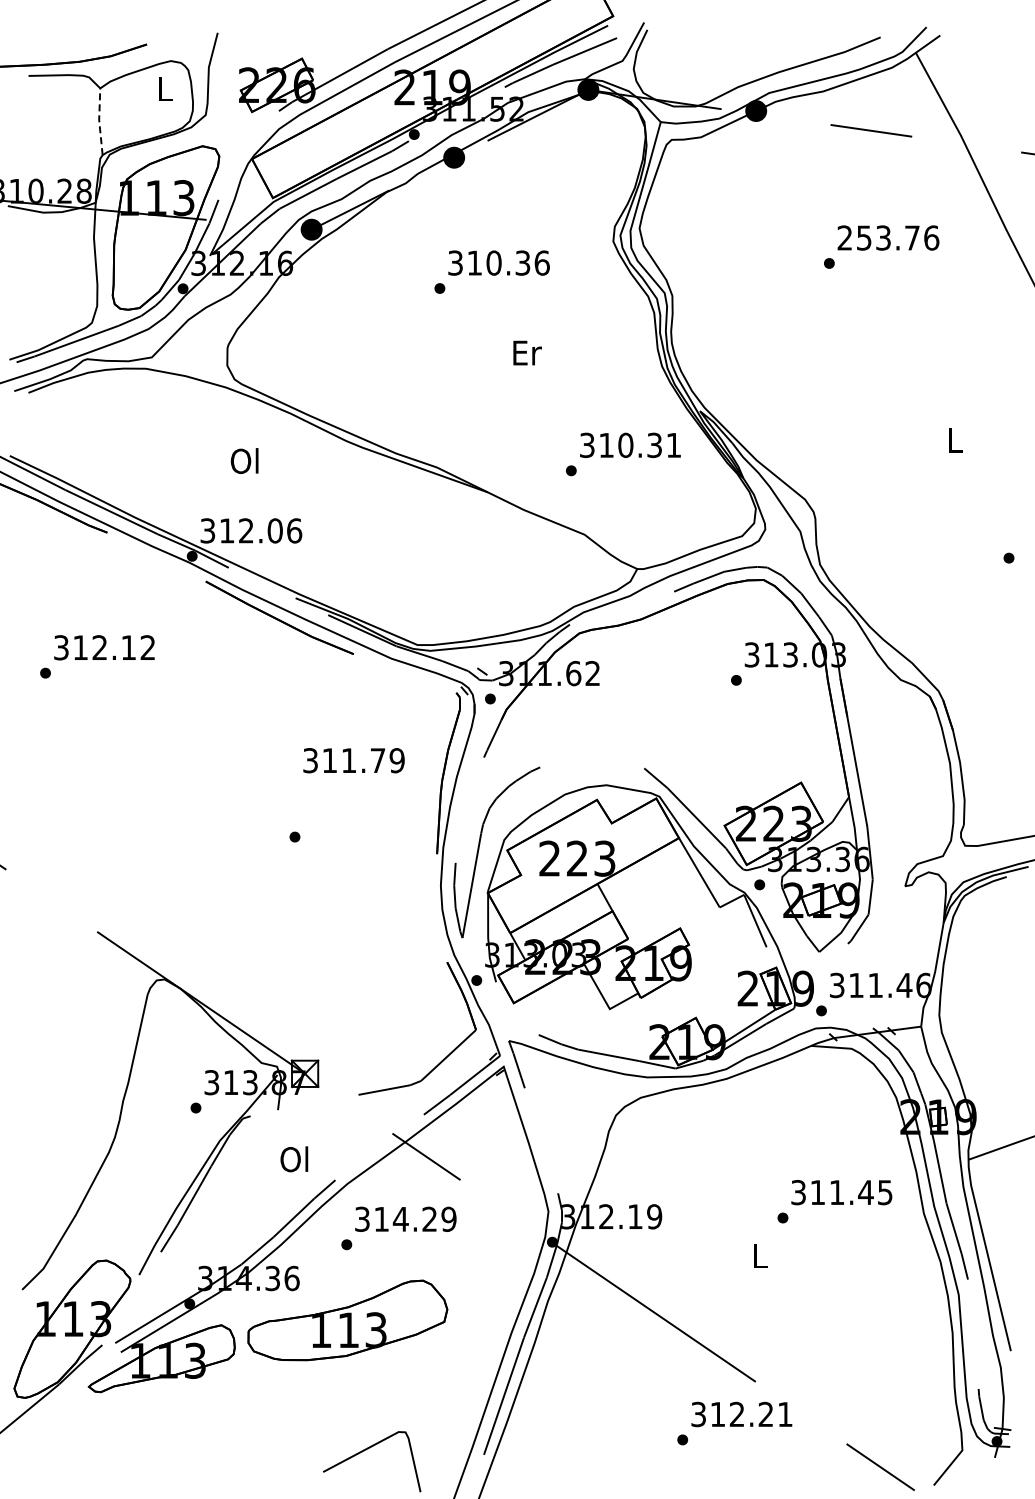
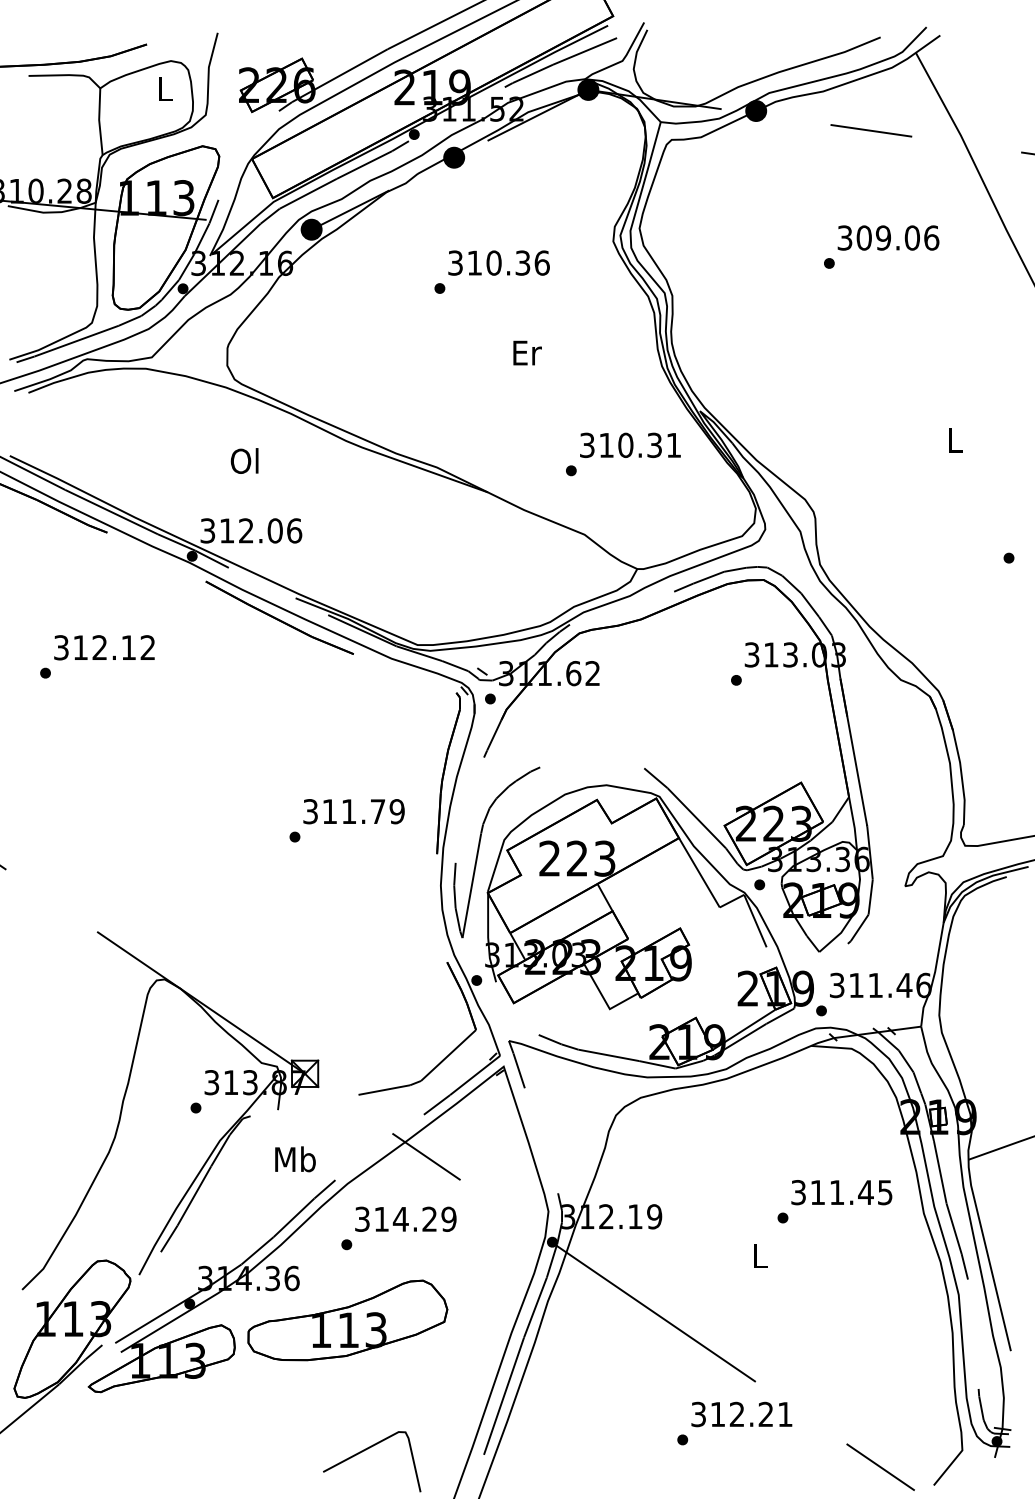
line at (99, 121): dashed -> solid
text at (878, 237): 253.76 -> 309.06
text at (353, 760) position: (353, 760) -> (353, 811)
text at (295, 1159): Ol -> Mb
